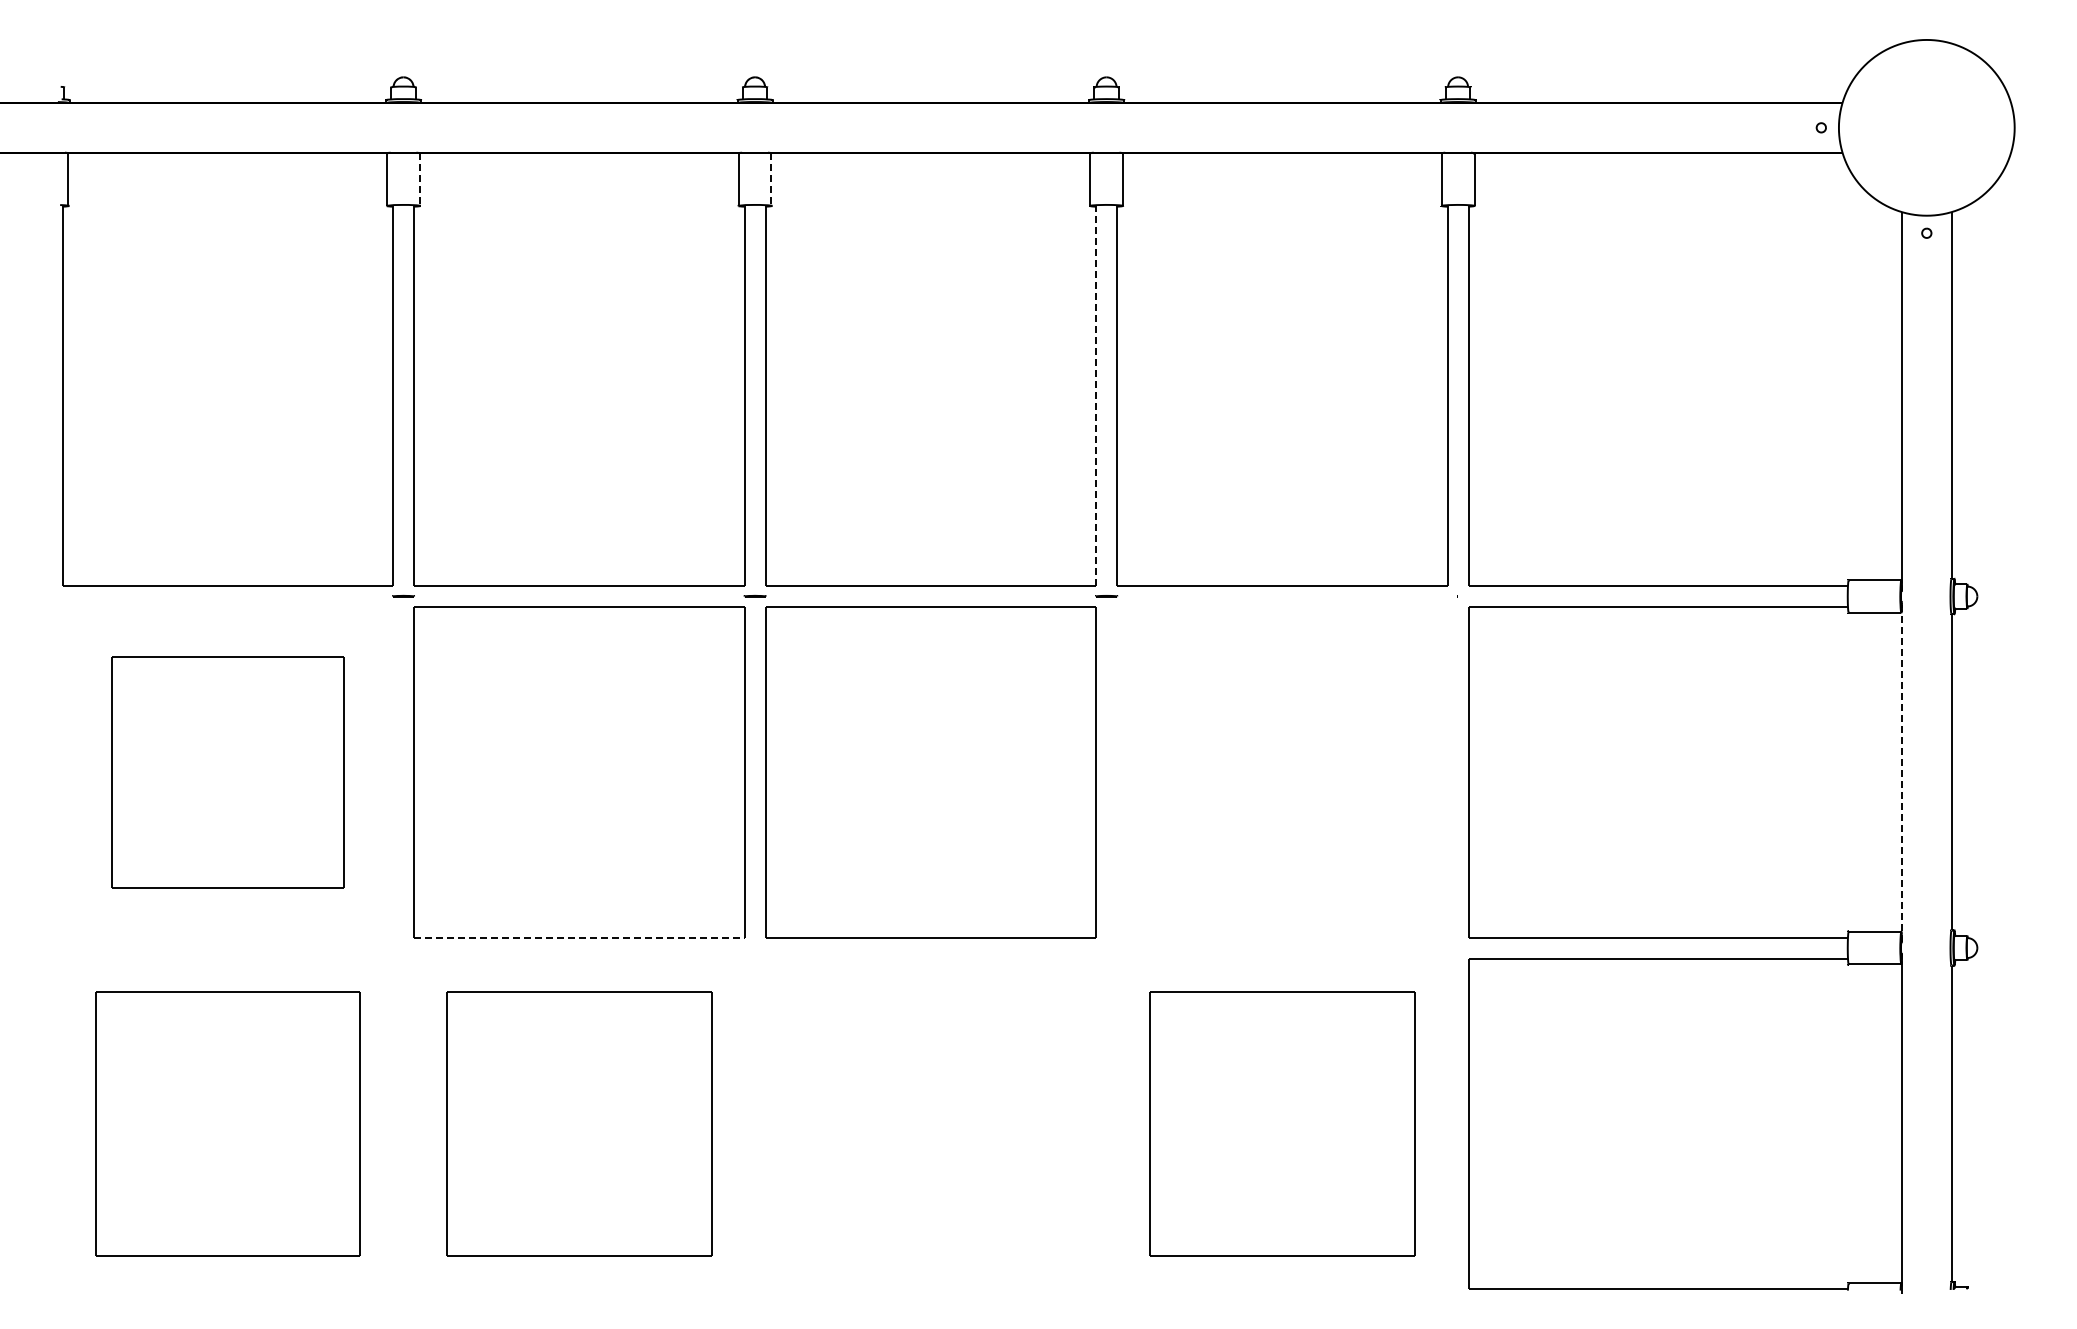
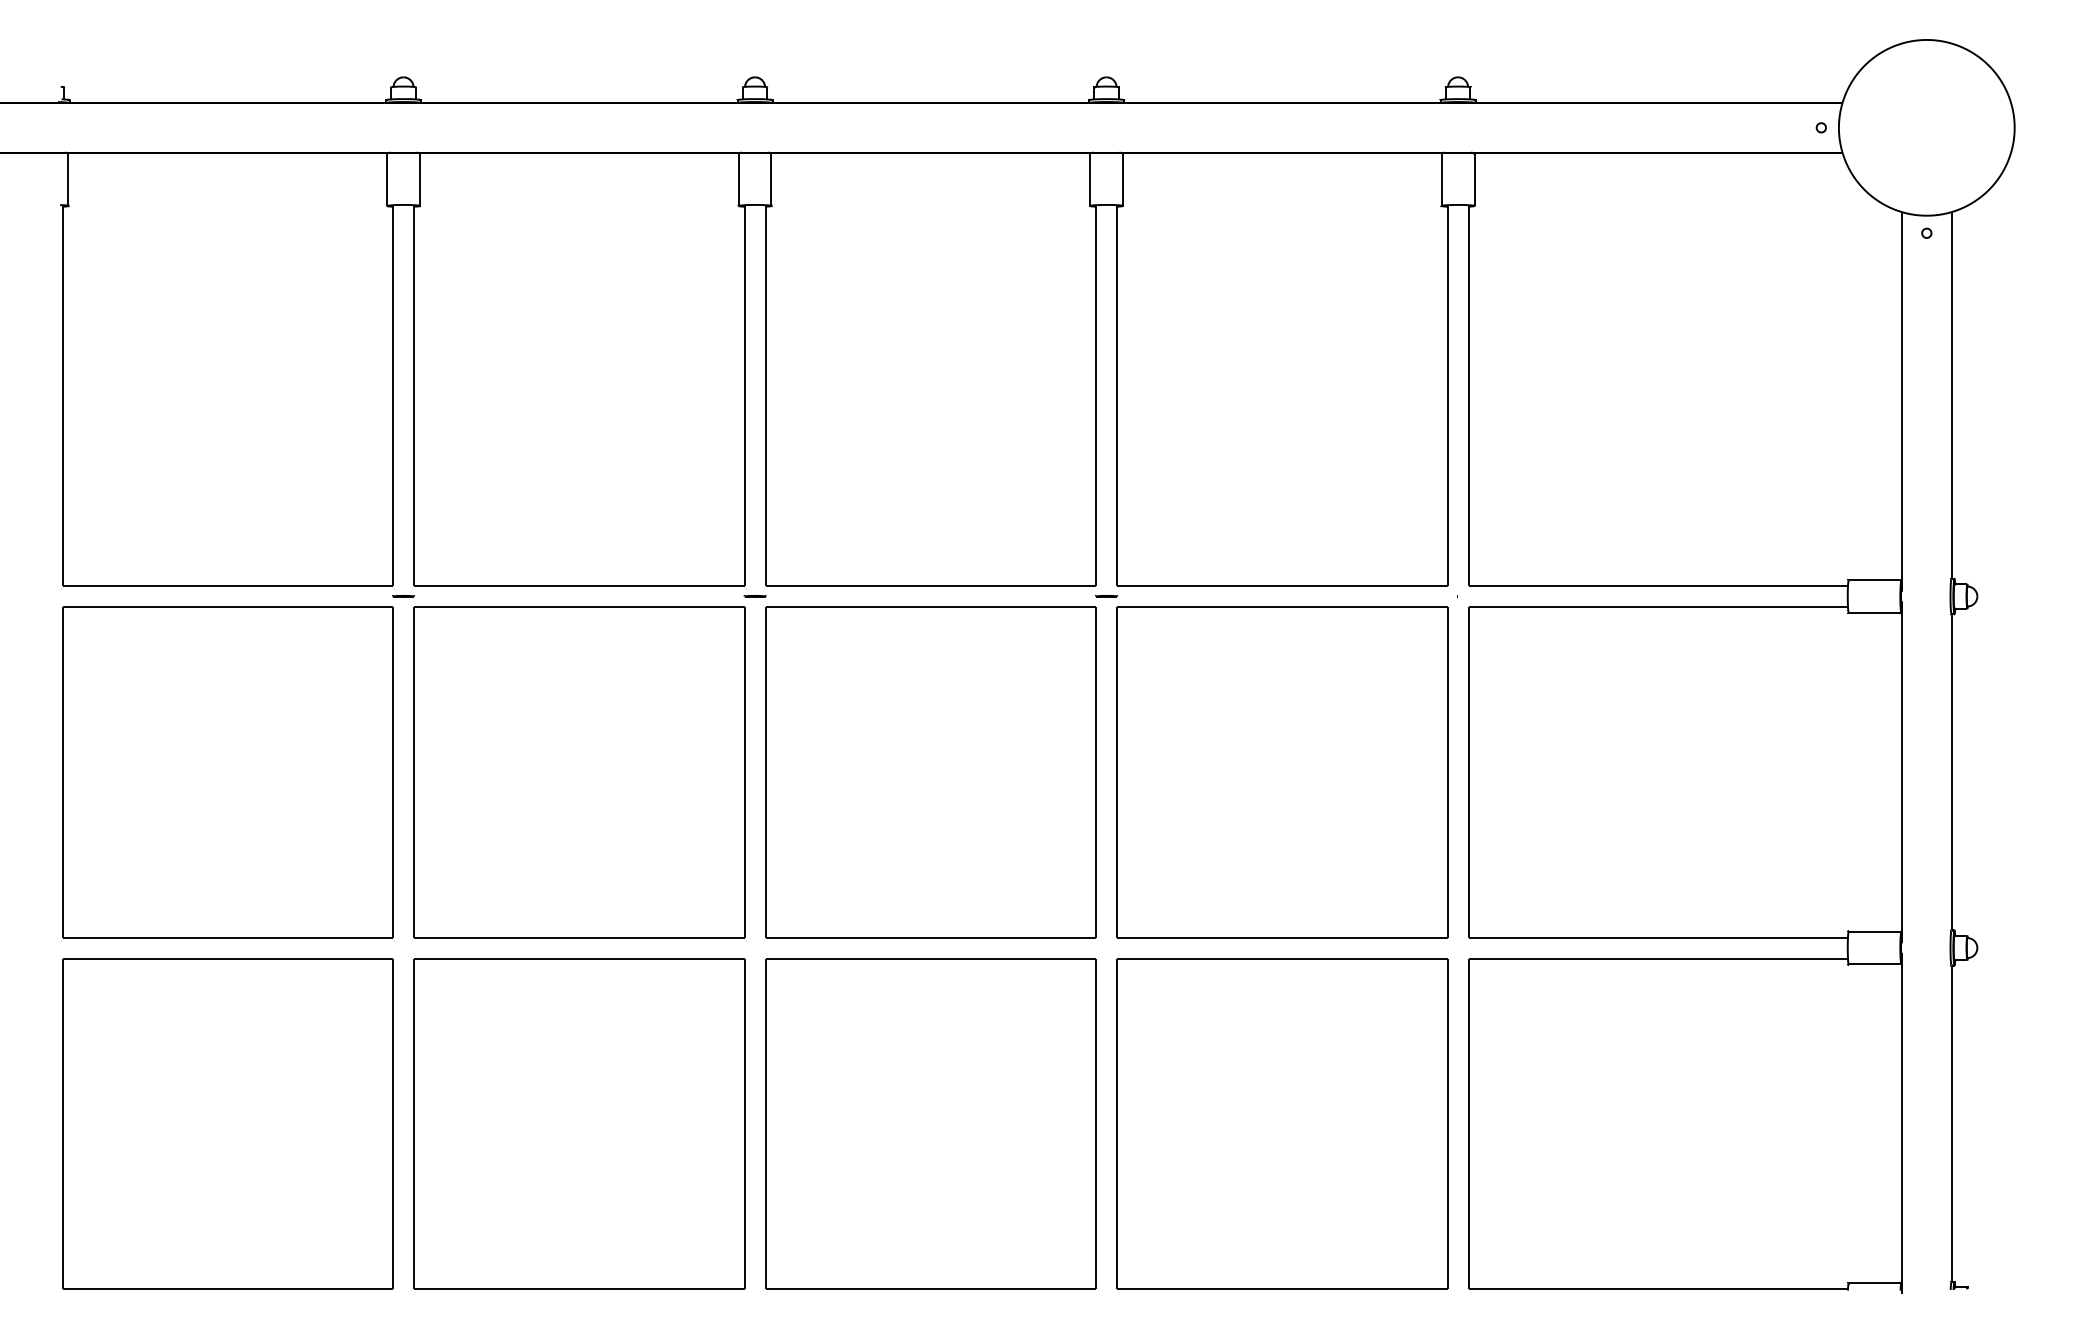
line at (419, 180): dashed -> solid
line at (771, 180): dashed -> solid
line at (1096, 395): dashed -> solid
part at (227, 772) size: 234x233 px -> 332x333 px
part at (1282, 772): none -> present
line at (1901, 772): dashed -> solid
line at (579, 937): dashed -> solid
part at (227, 1123) size: 266x266 px -> 332x332 px
part at (579, 1123) size: 267x266 px -> 333x332 px
part at (930, 1123): none -> present
part at (1282, 1123) size: 267x266 px -> 333x332 px
